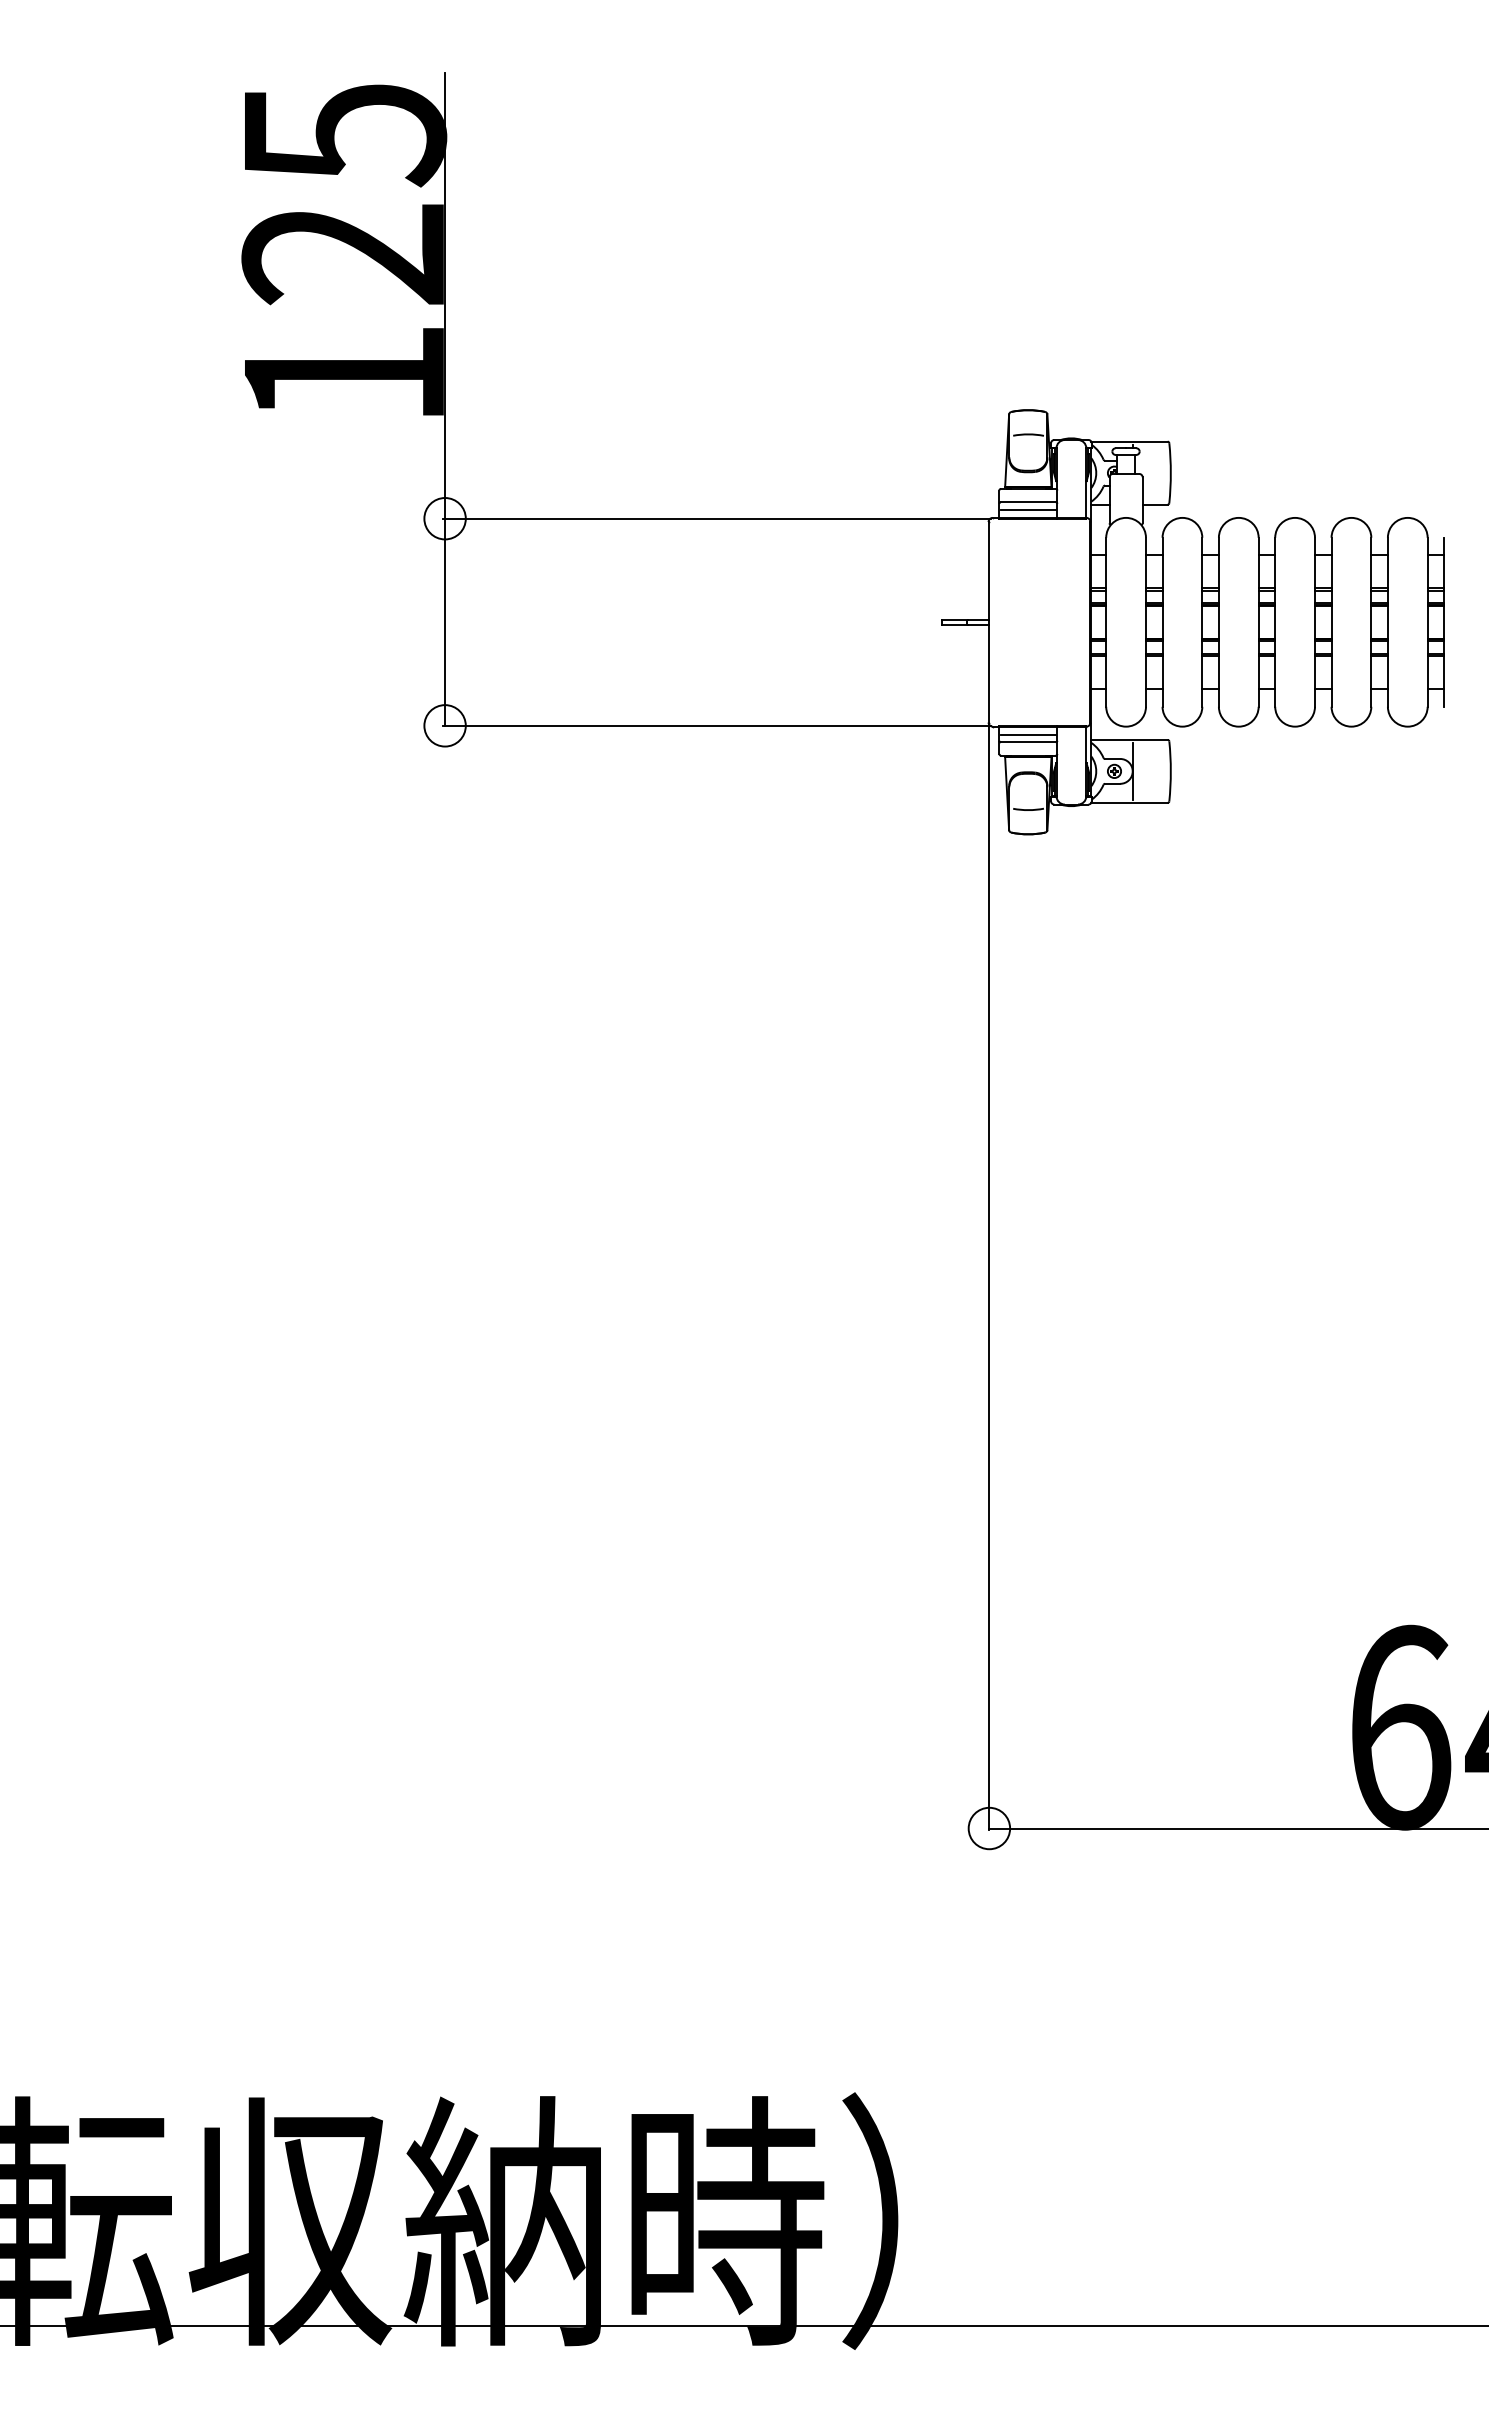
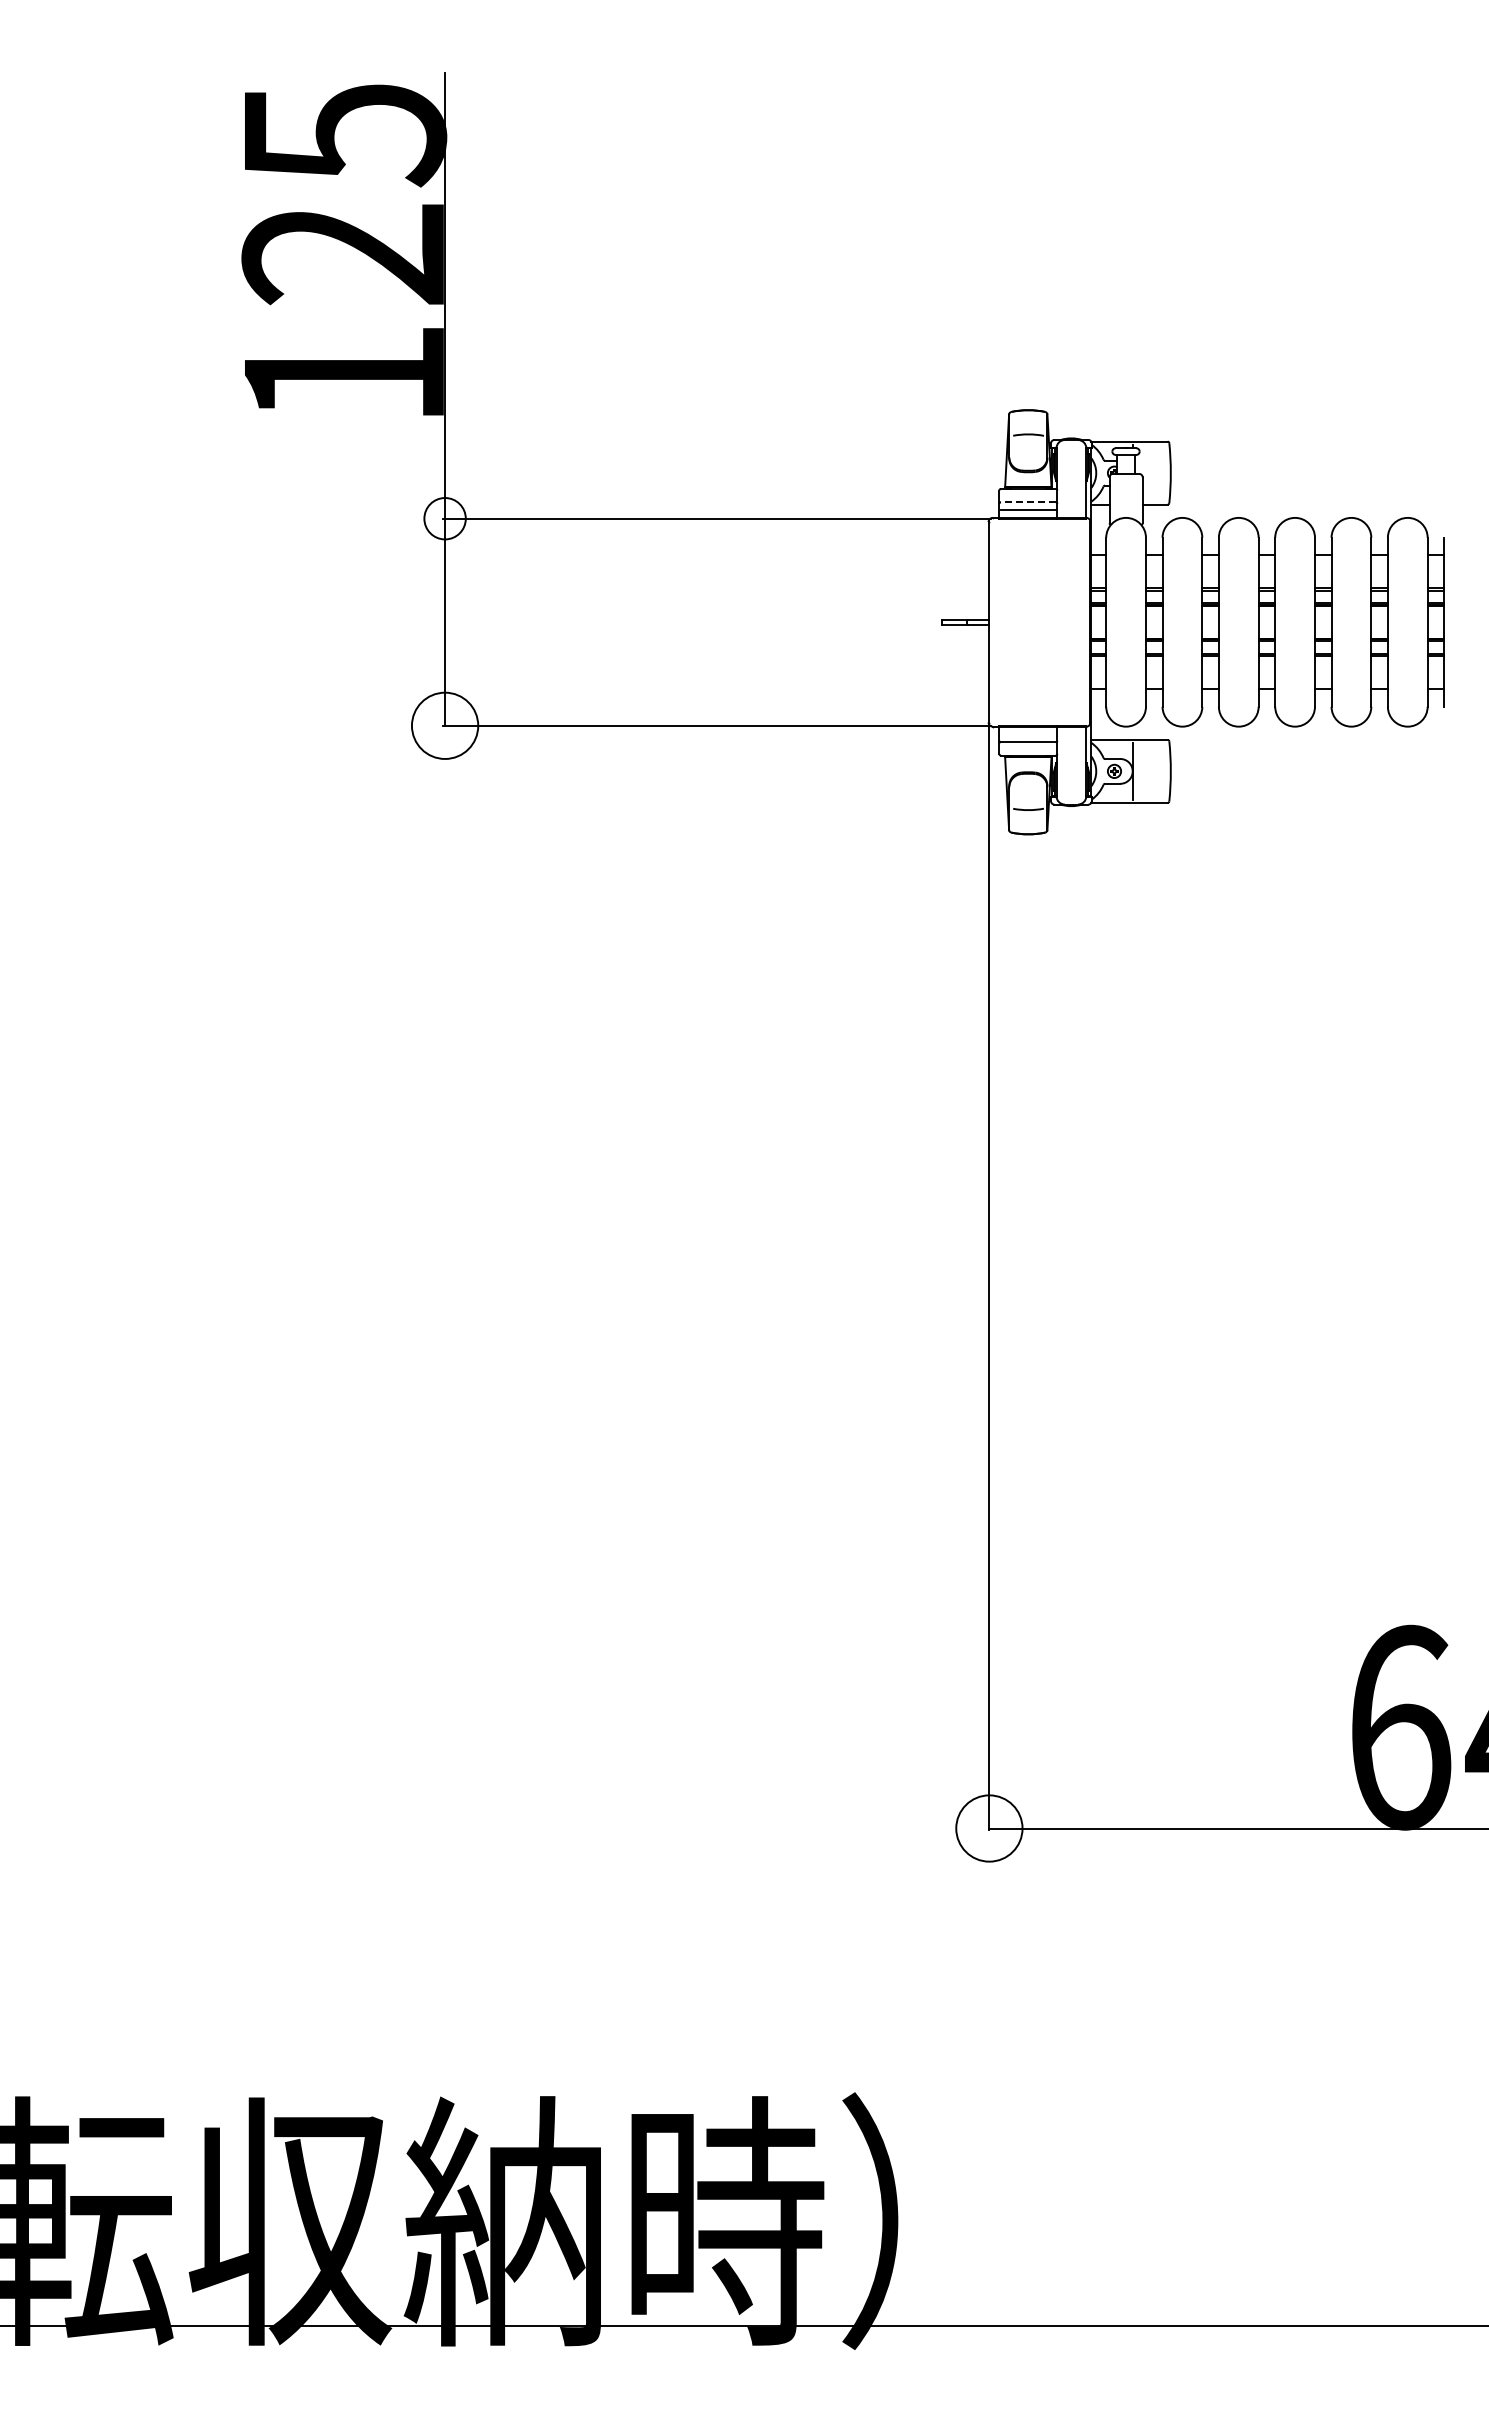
line at (1027, 502): solid -> dashed
circle at (444, 725) diameter: 41 px -> 66 px
line at (1027, 734): present -> none
circle at (989, 1828) diameter: 41 px -> 66 px
